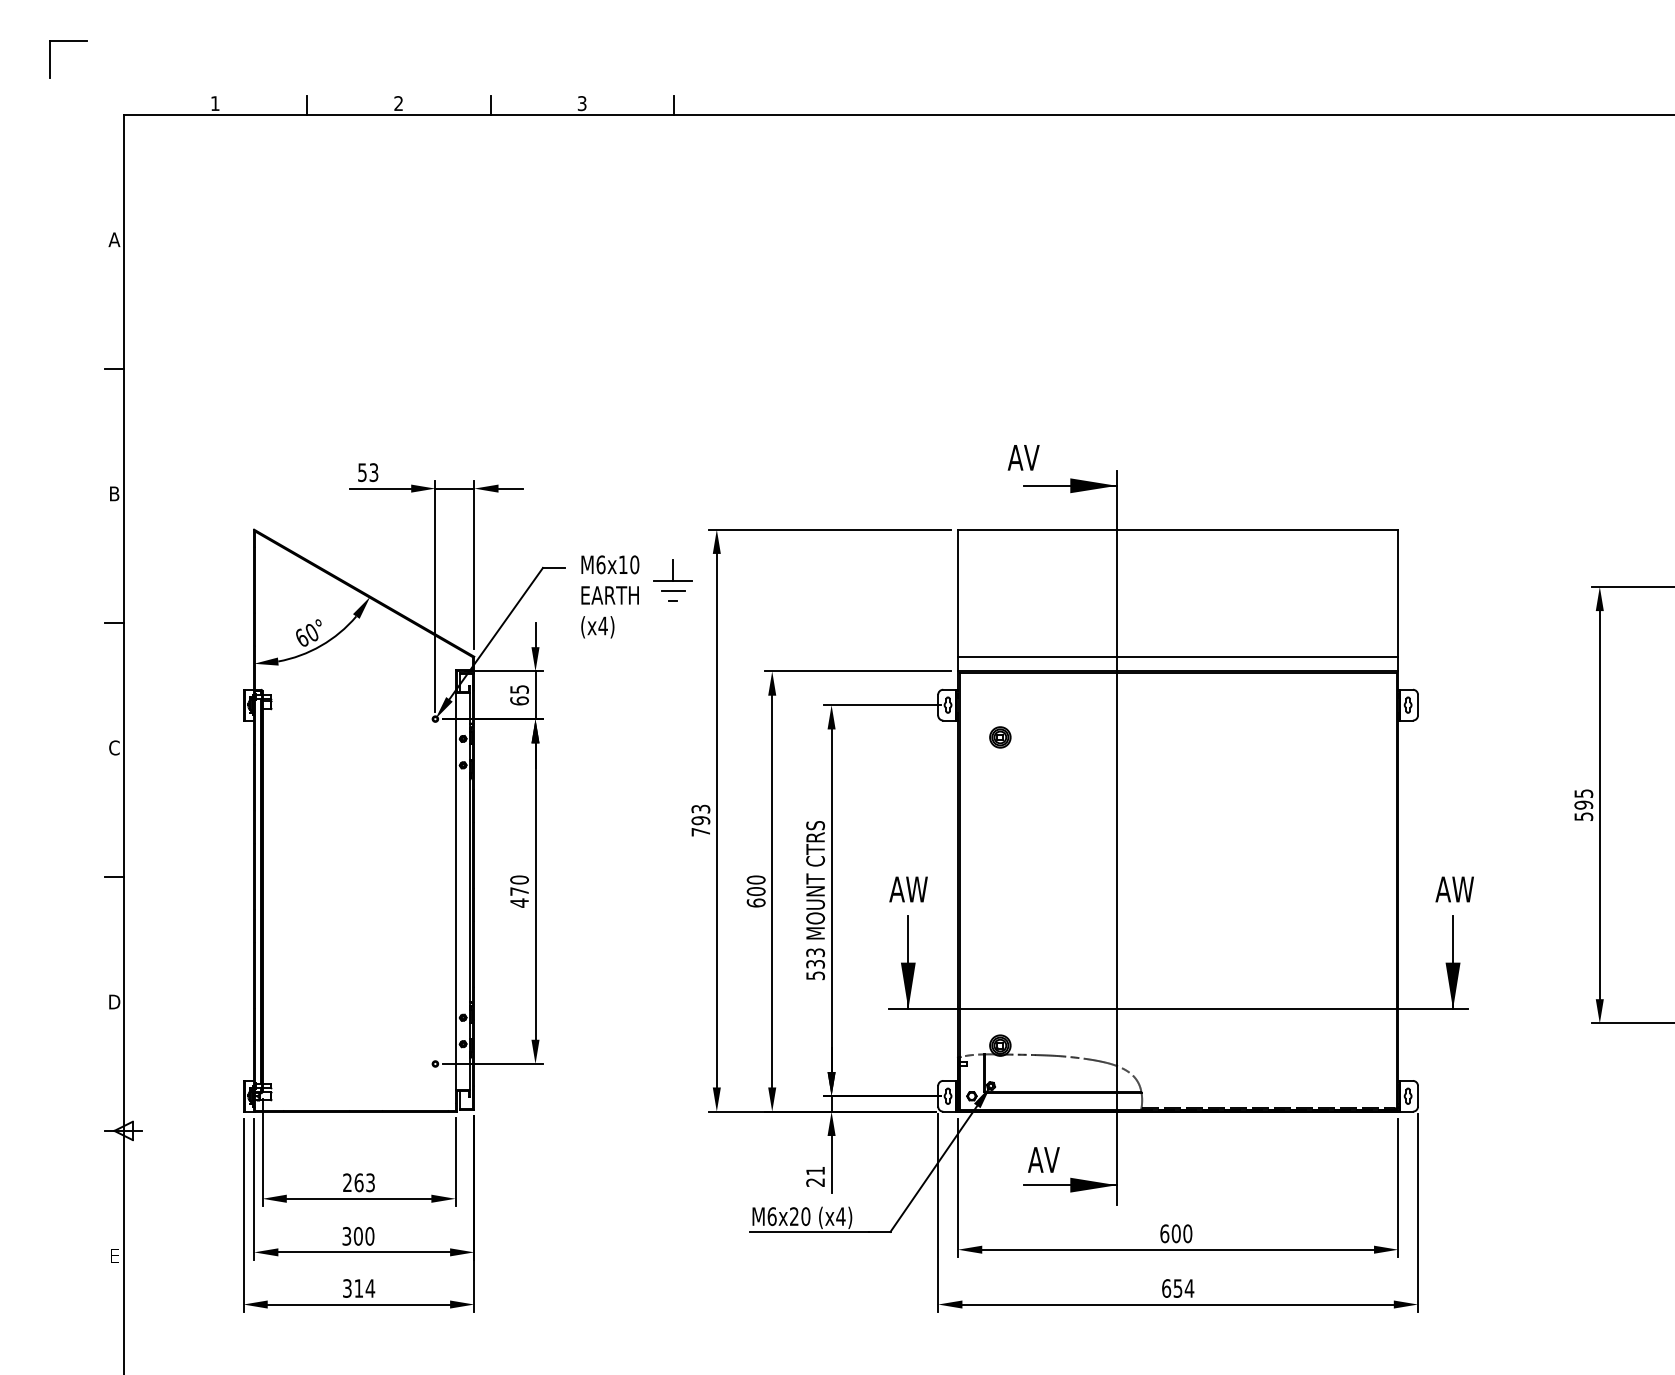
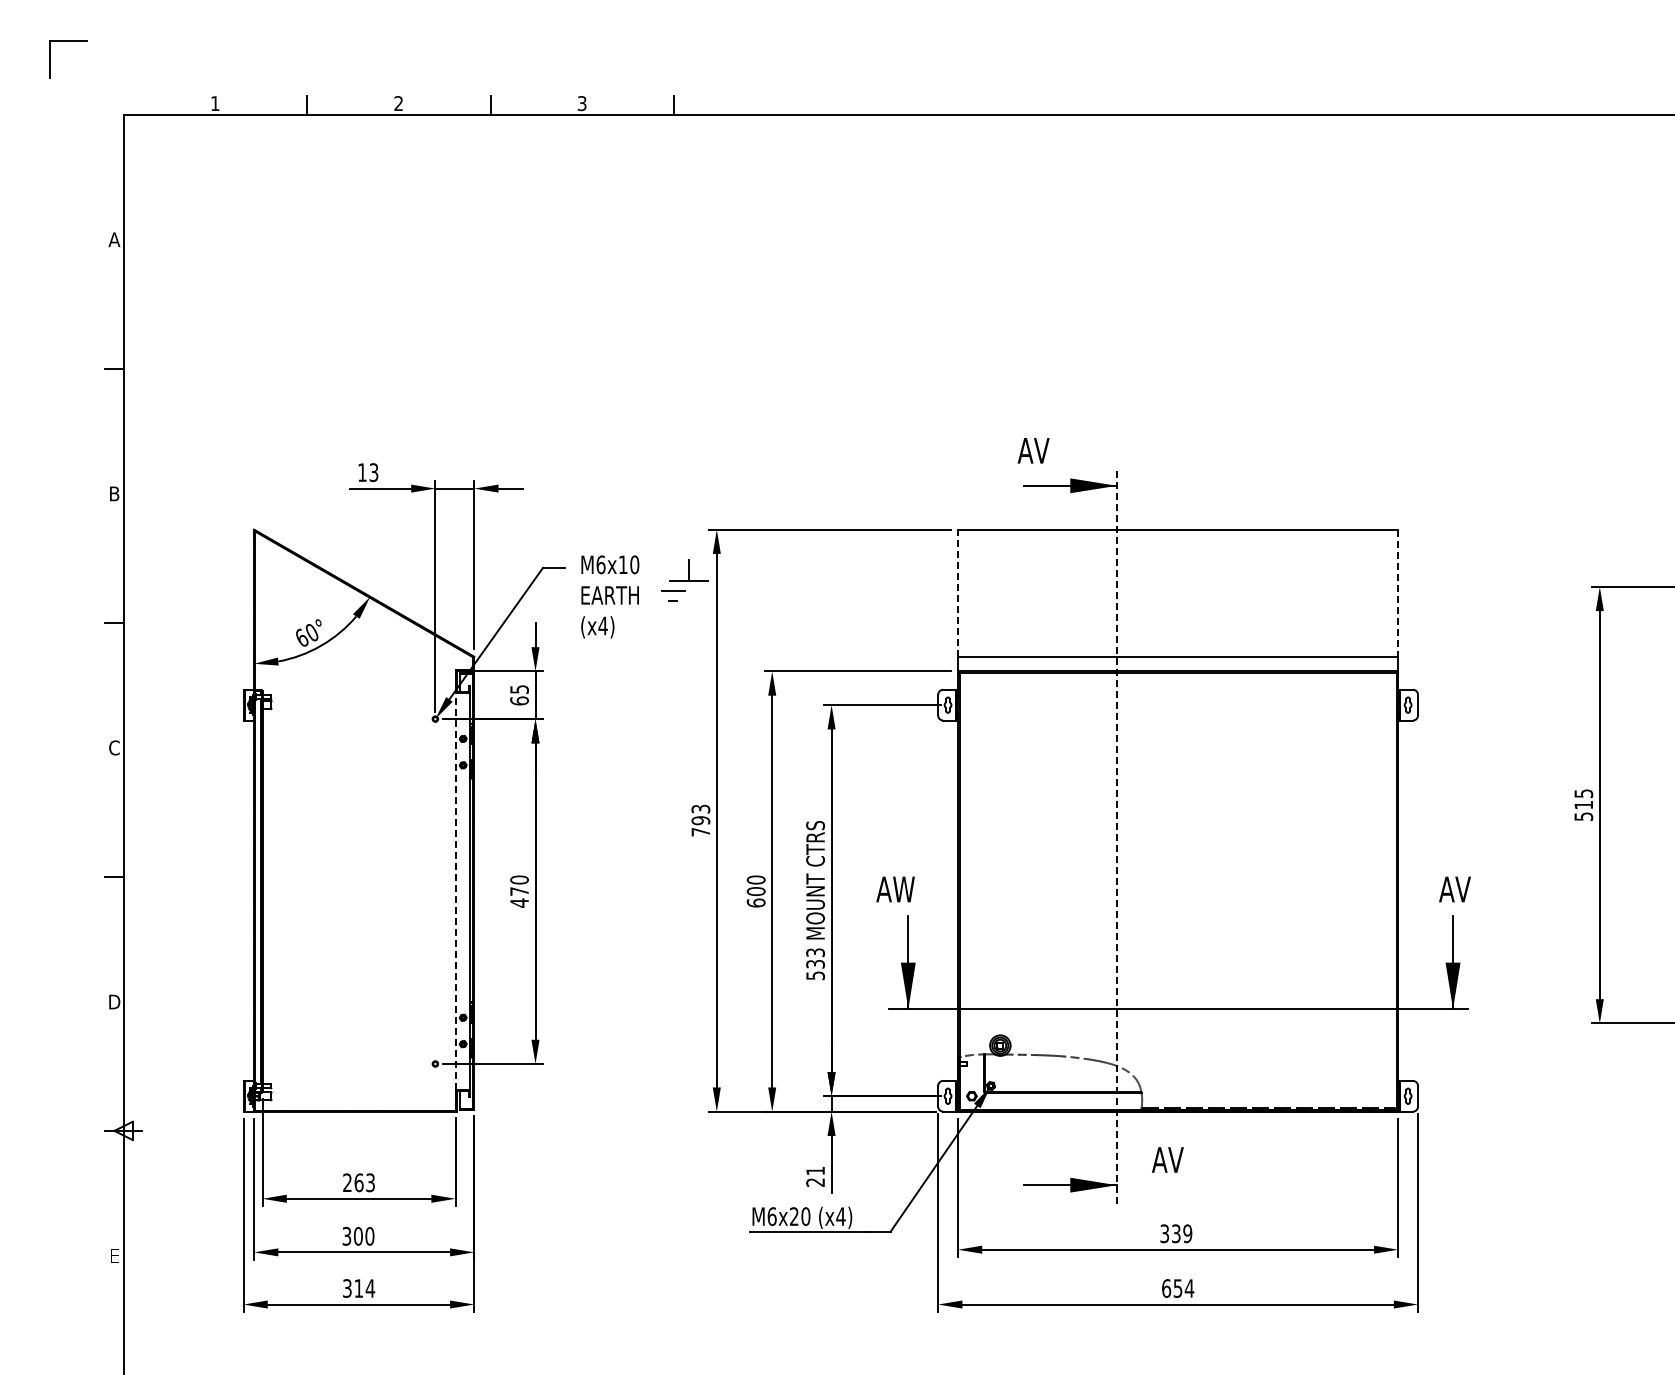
text at (1023, 457) position: (1023, 457) -> (1033, 450)
text at (362, 472): 53 -> 13
part at (672, 570) position: (672, 570) -> (688, 570)
line at (957, 593): solid -> dashed
line at (1398, 593): solid -> dashed
part at (1000, 737): present -> none
text at (1583, 804): 595 -> 515
line at (1116, 838): solid -> dashed
text at (908, 889) position: (908, 889) -> (895, 889)
text at (1454, 889): AW -> AV
line at (455, 891): solid -> dashed
text at (1043, 1159) position: (1043, 1159) -> (1167, 1159)
text at (1176, 1233): 600 -> 339
